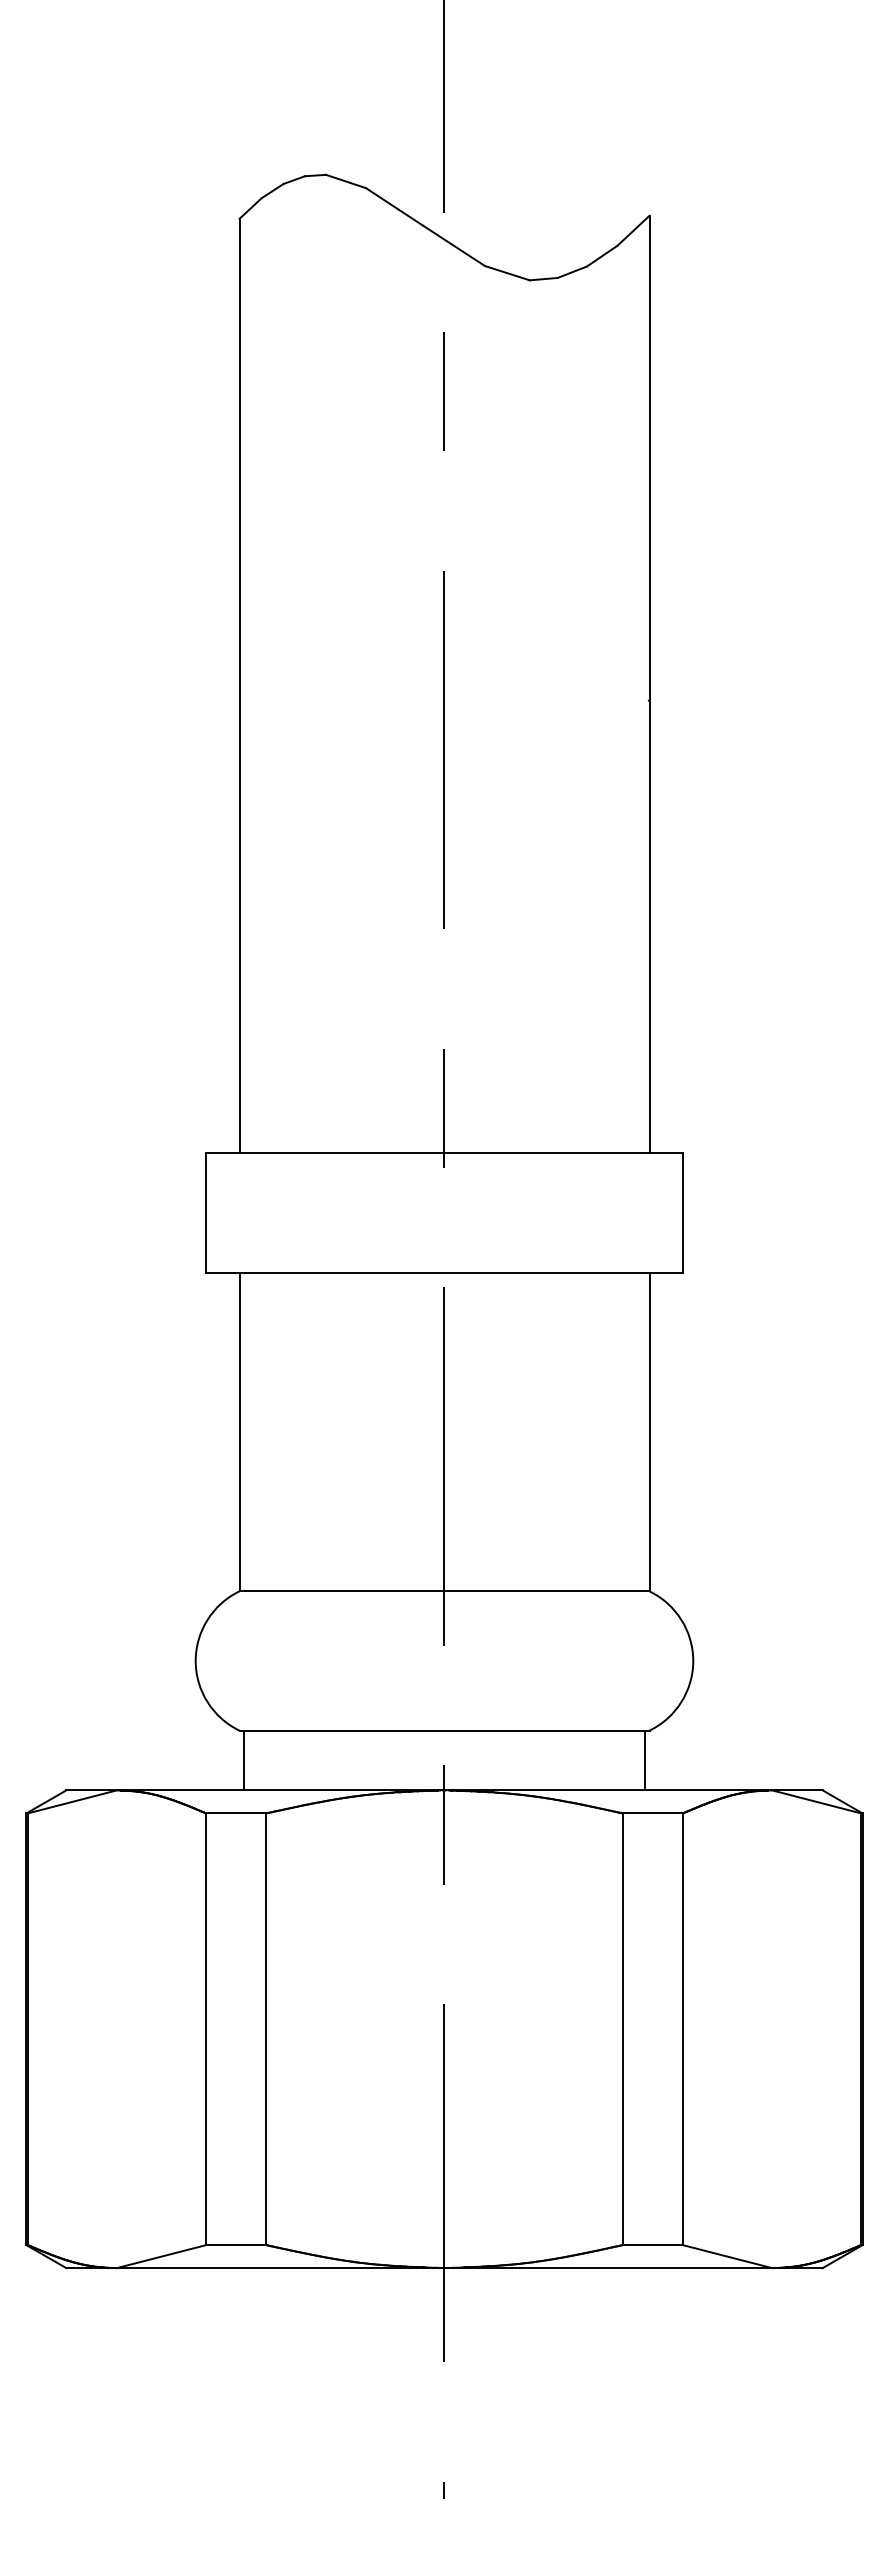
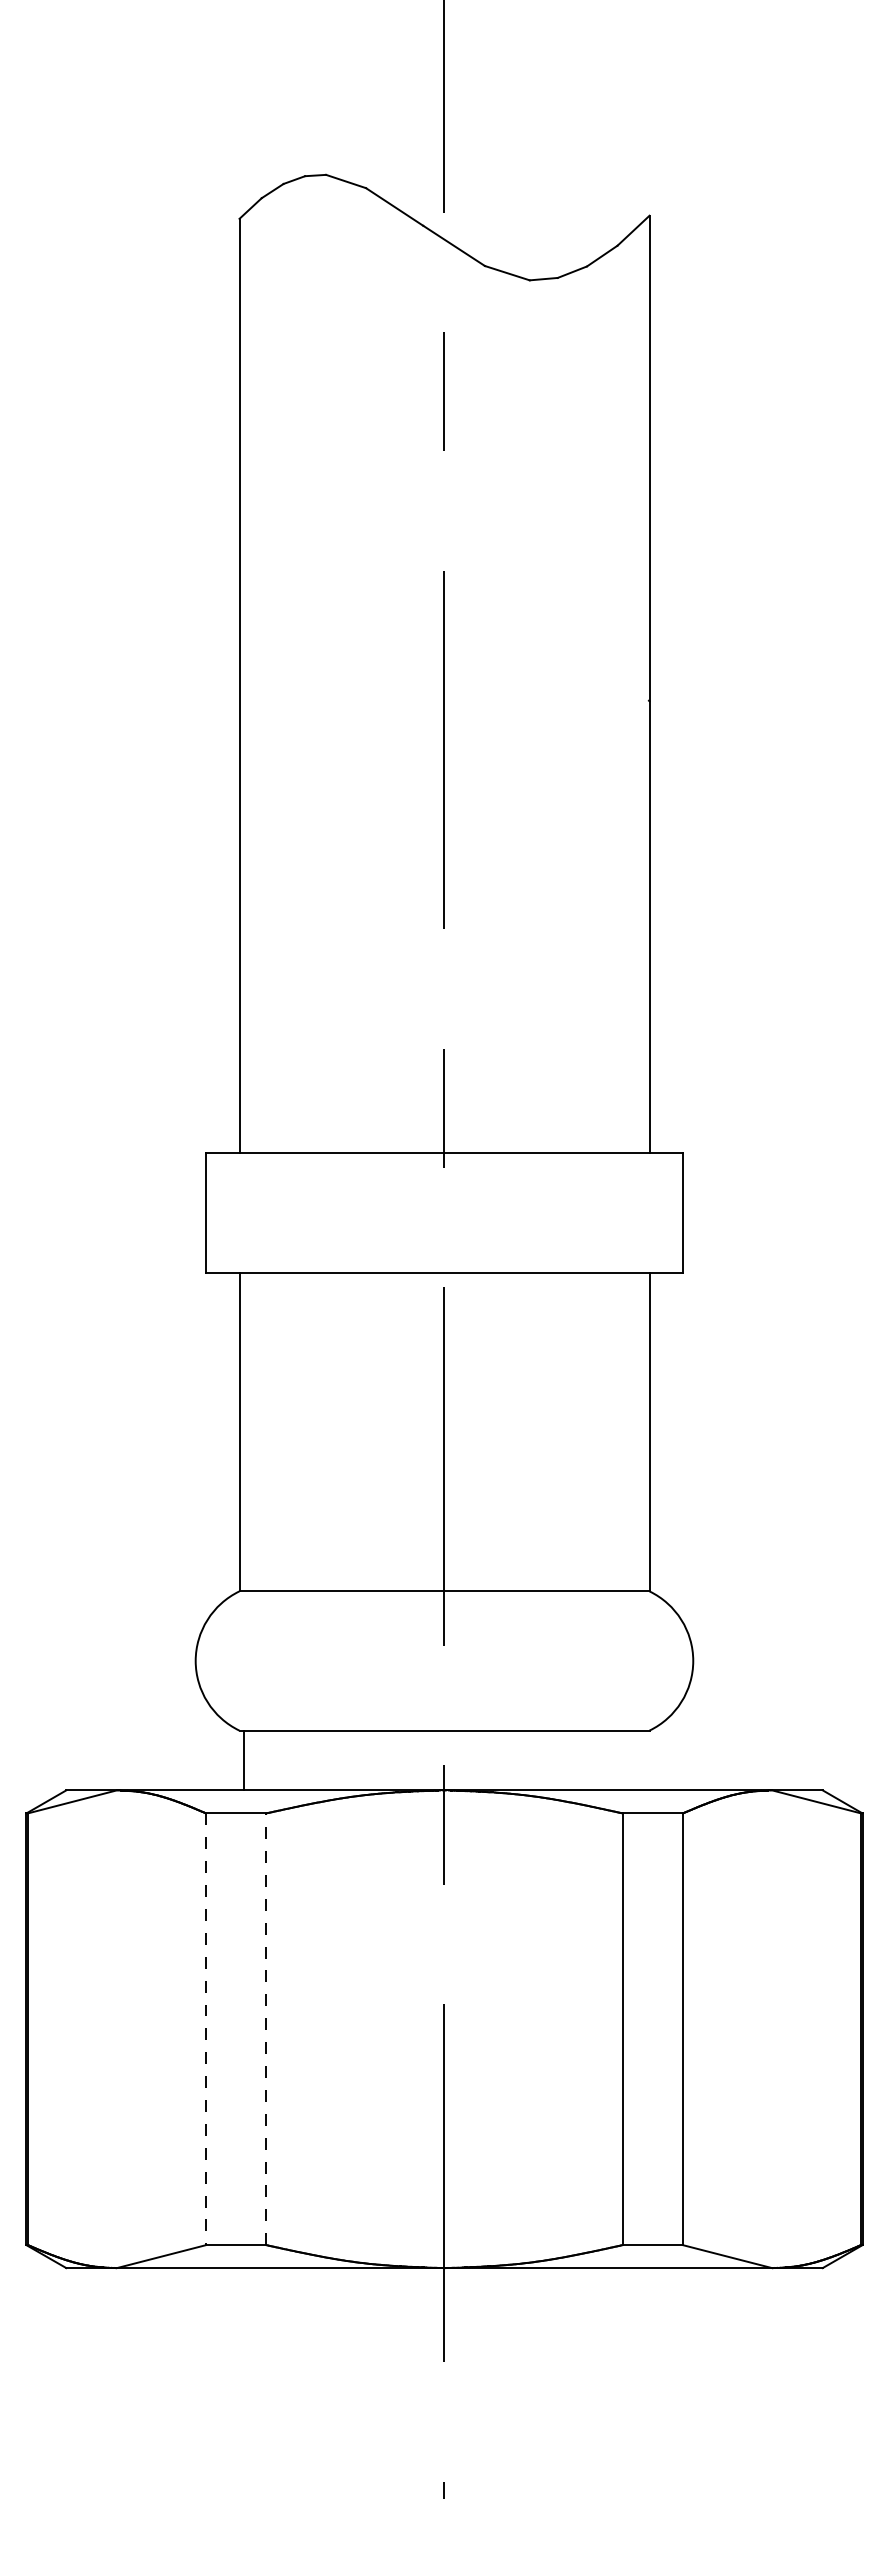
line at (645, 1760): present -> none
line at (205, 2029): solid -> dashed
line at (266, 2029): solid -> dashed
